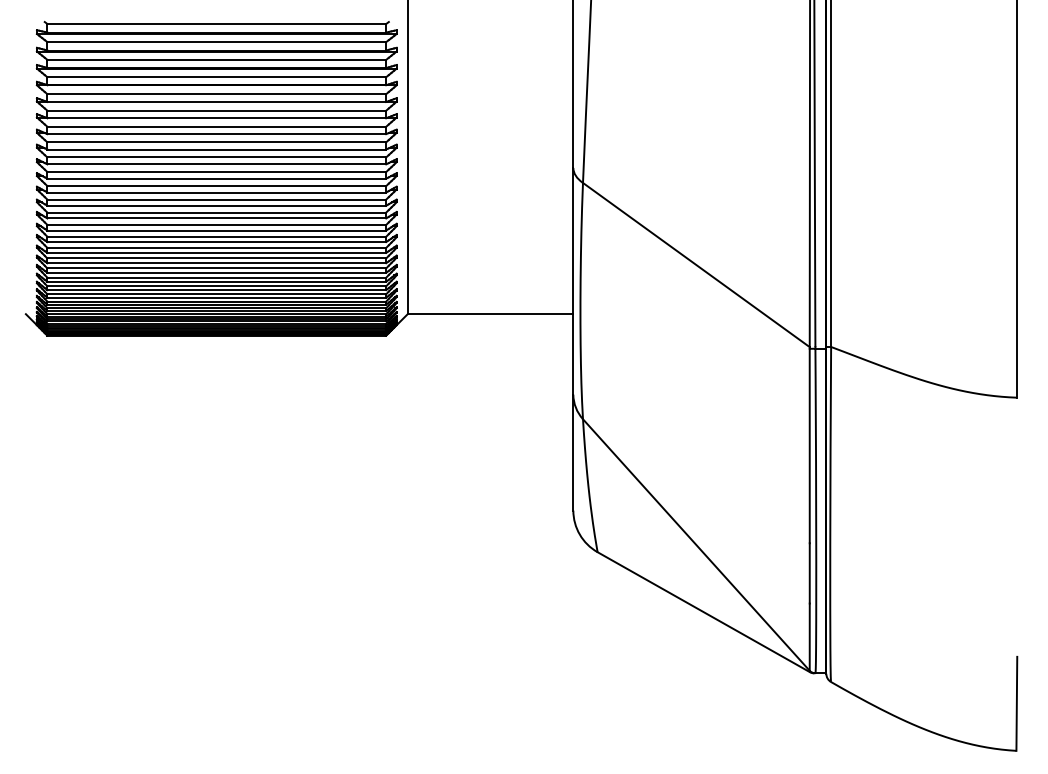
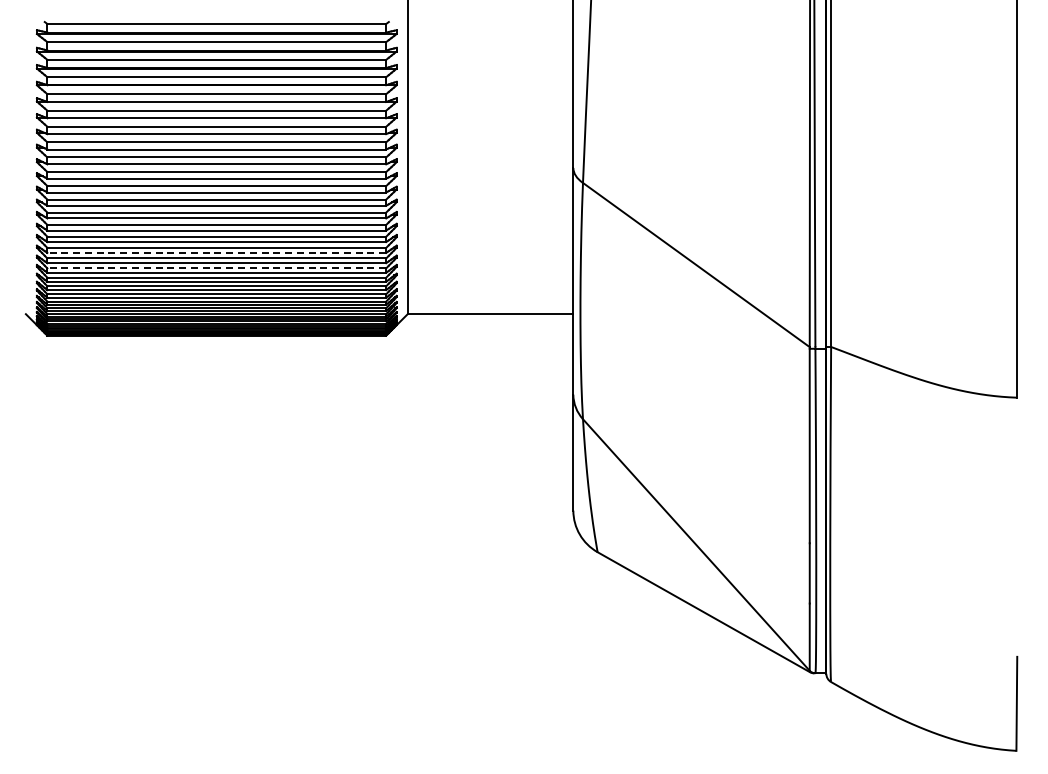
line at (216, 252): solid -> dashed
line at (216, 268): solid -> dashed
